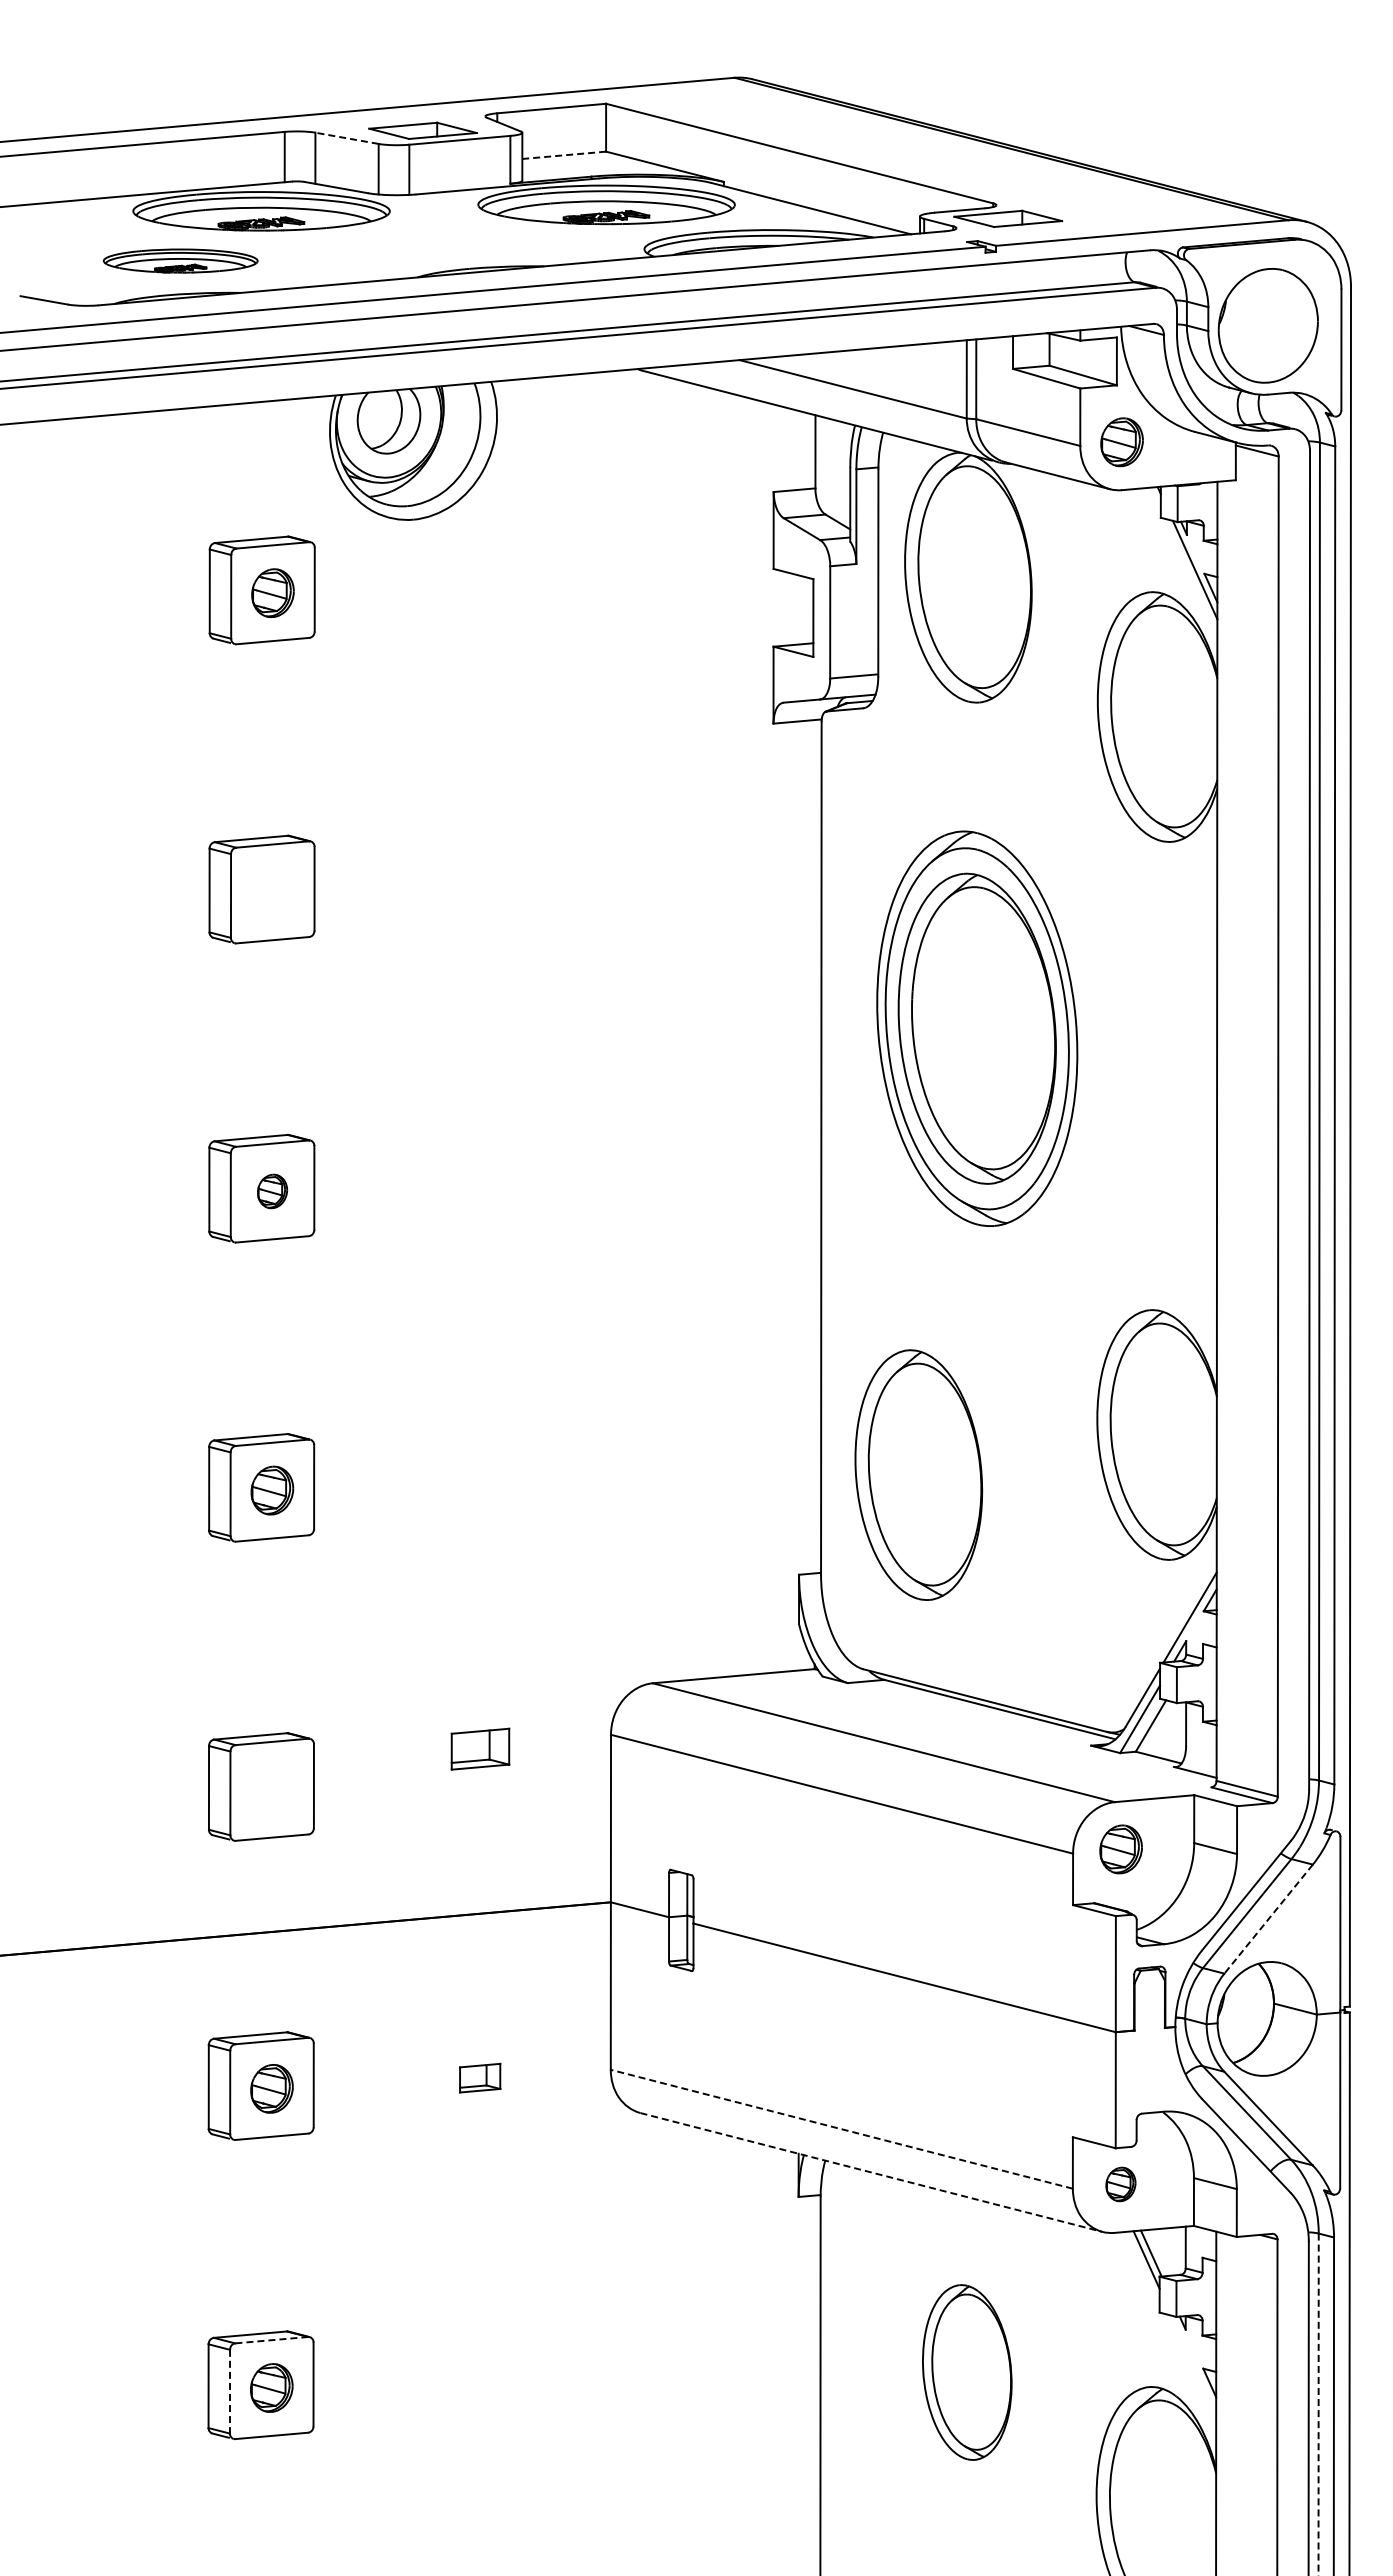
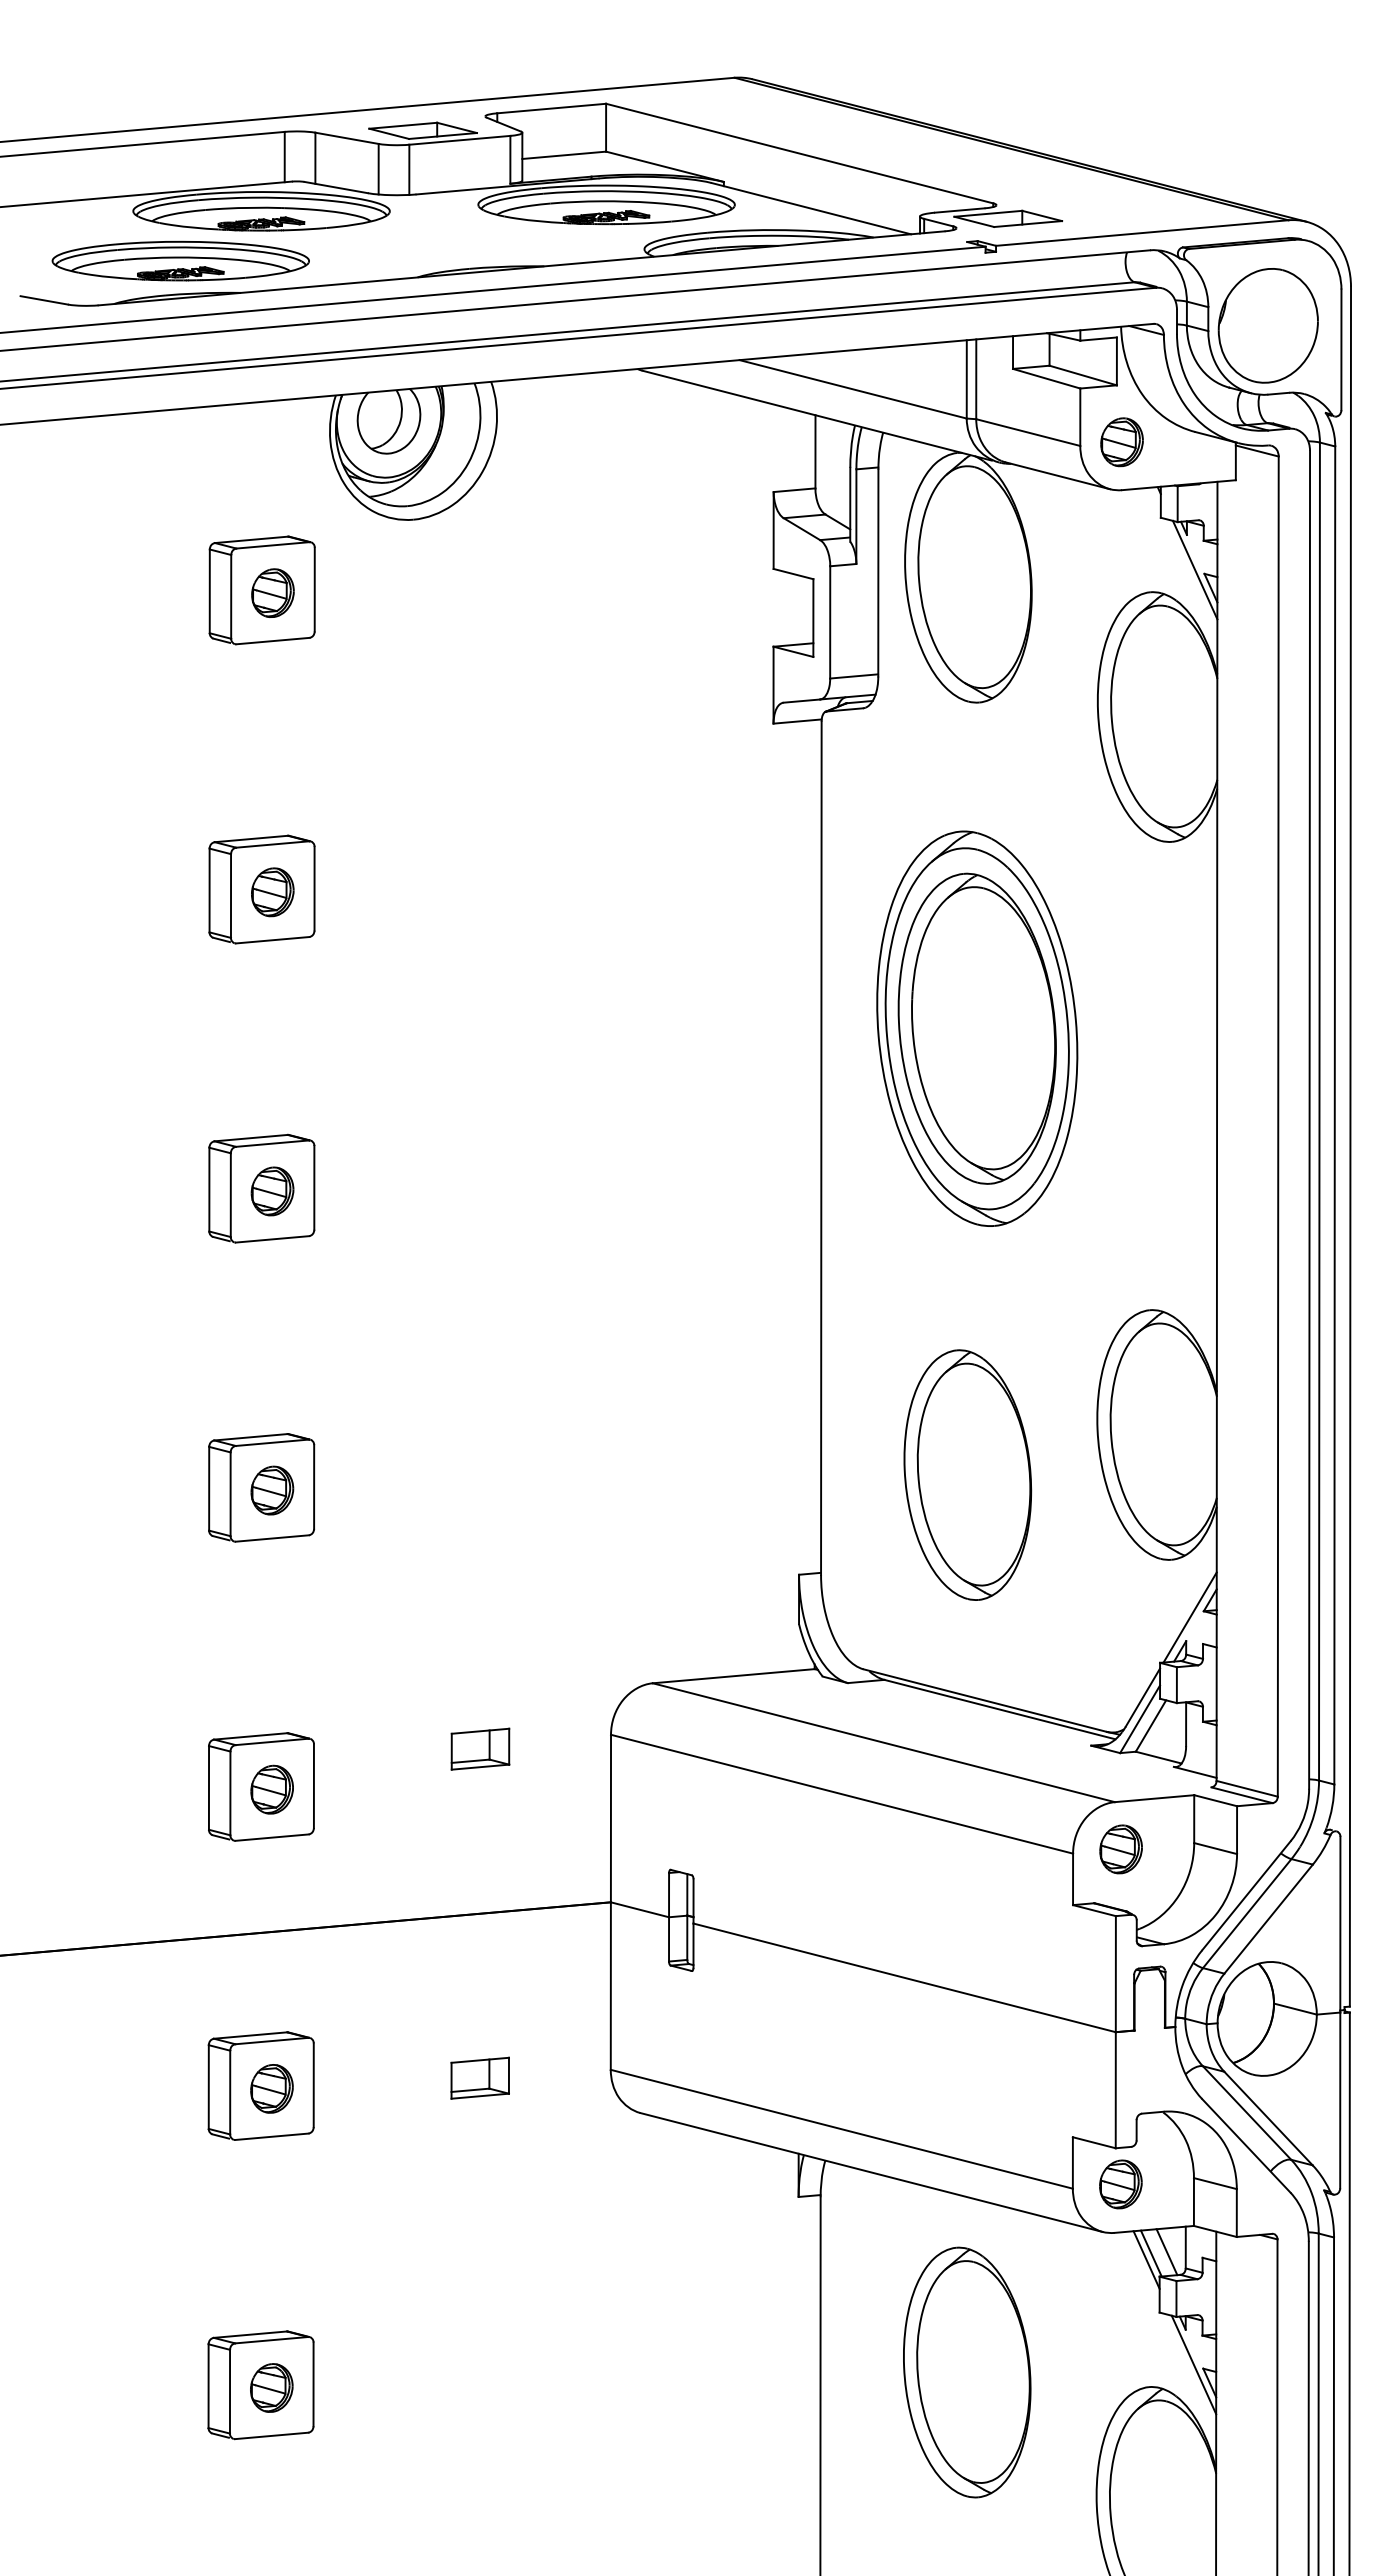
line at (346, 138): dashed -> solid
line at (563, 155): dashed -> solid
part at (180, 260) size: 157x26 px -> 259x42 px
part at (272, 892): none -> present
part at (272, 1191) size: 32x37 px -> 45x51 px
part at (918, 1474) position: (918, 1474) -> (967, 1474)
part at (271, 1789): none -> present
line at (1268, 1919): dashed -> solid
part at (480, 2077) size: 43x32 px -> 60x44 px
line at (841, 2129): dashed -> solid
line at (871, 2172): dashed -> solid
part at (1120, 2184) size: 32x37 px -> 44x51 px
line at (1166, 2252): none -> present
line at (271, 2340): dashed -> solid
line at (1193, 2364): none -> present
part at (967, 2372) size: 91x177 px -> 129x253 px
line at (230, 2391): dashed -> solid
line at (1318, 2404): dashed -> solid
